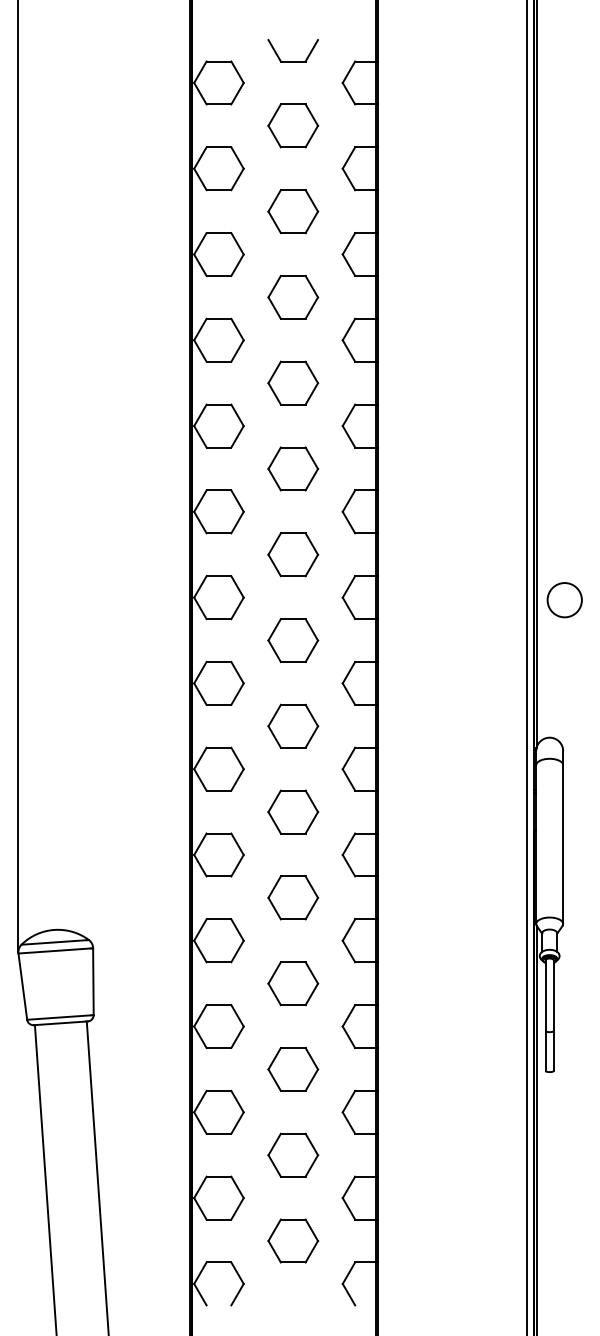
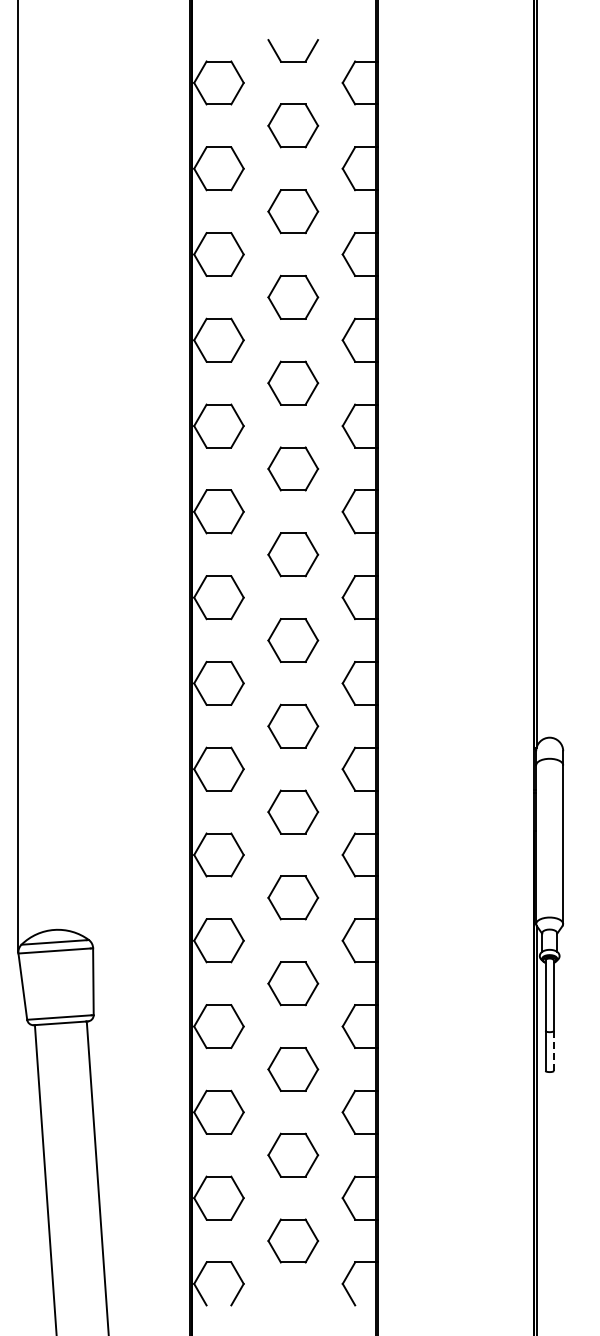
circle at (564, 600): present -> none
line at (527, 667): present -> none
line at (553, 1050): solid -> dashed
